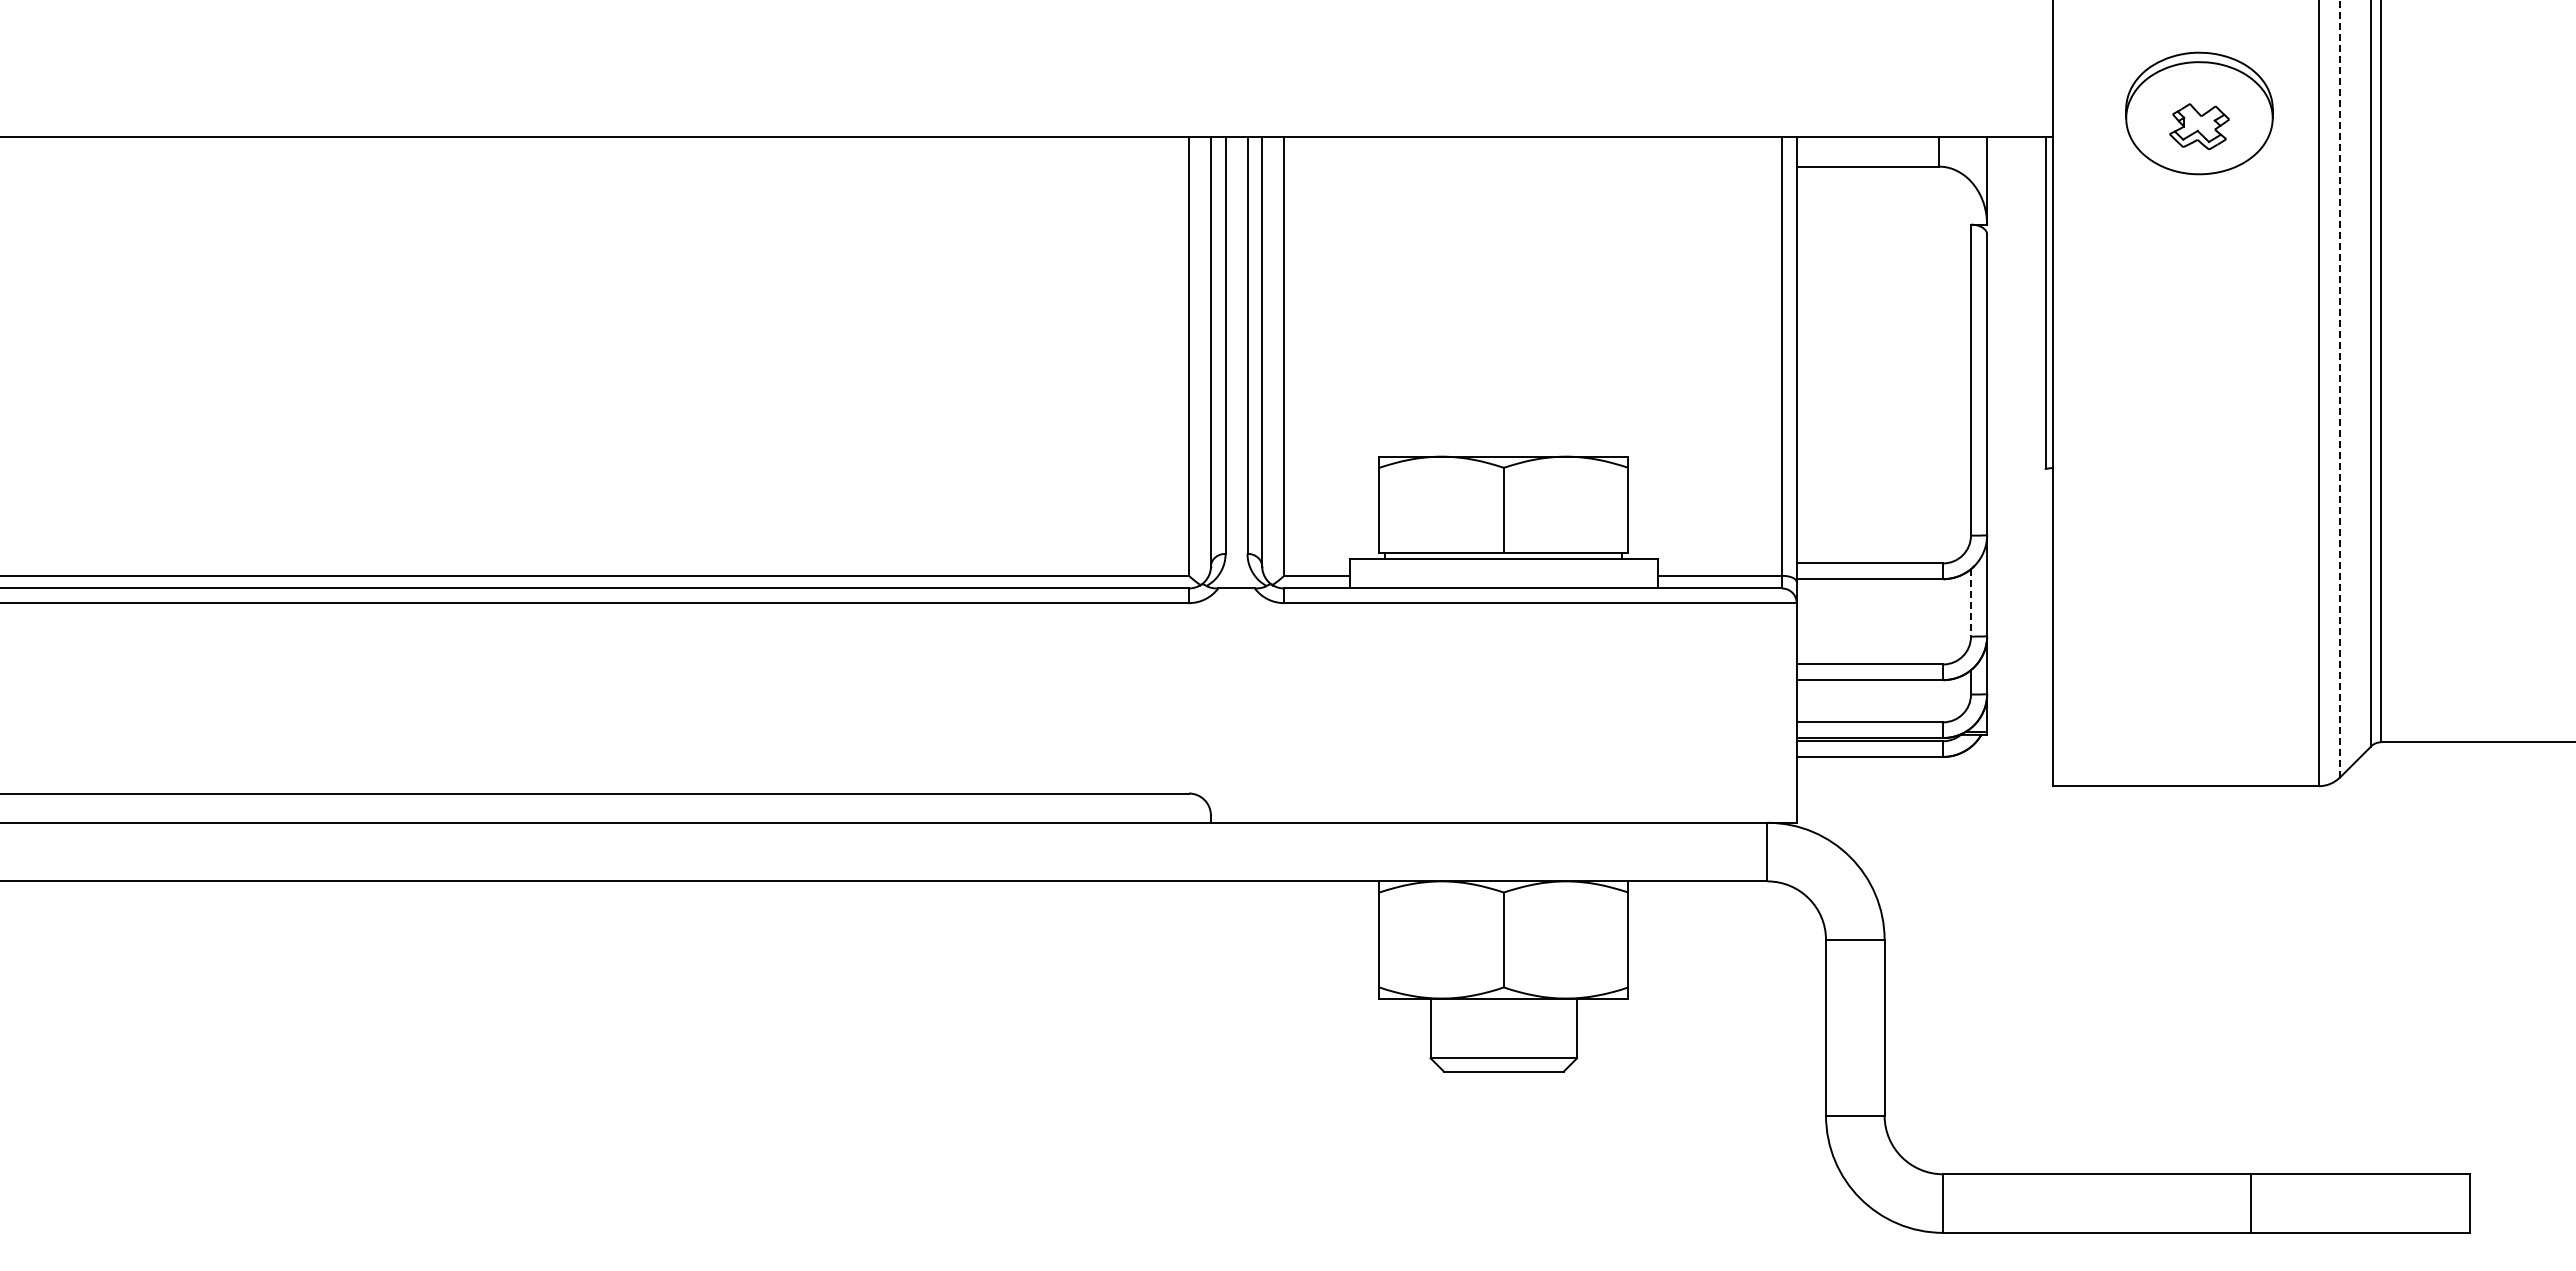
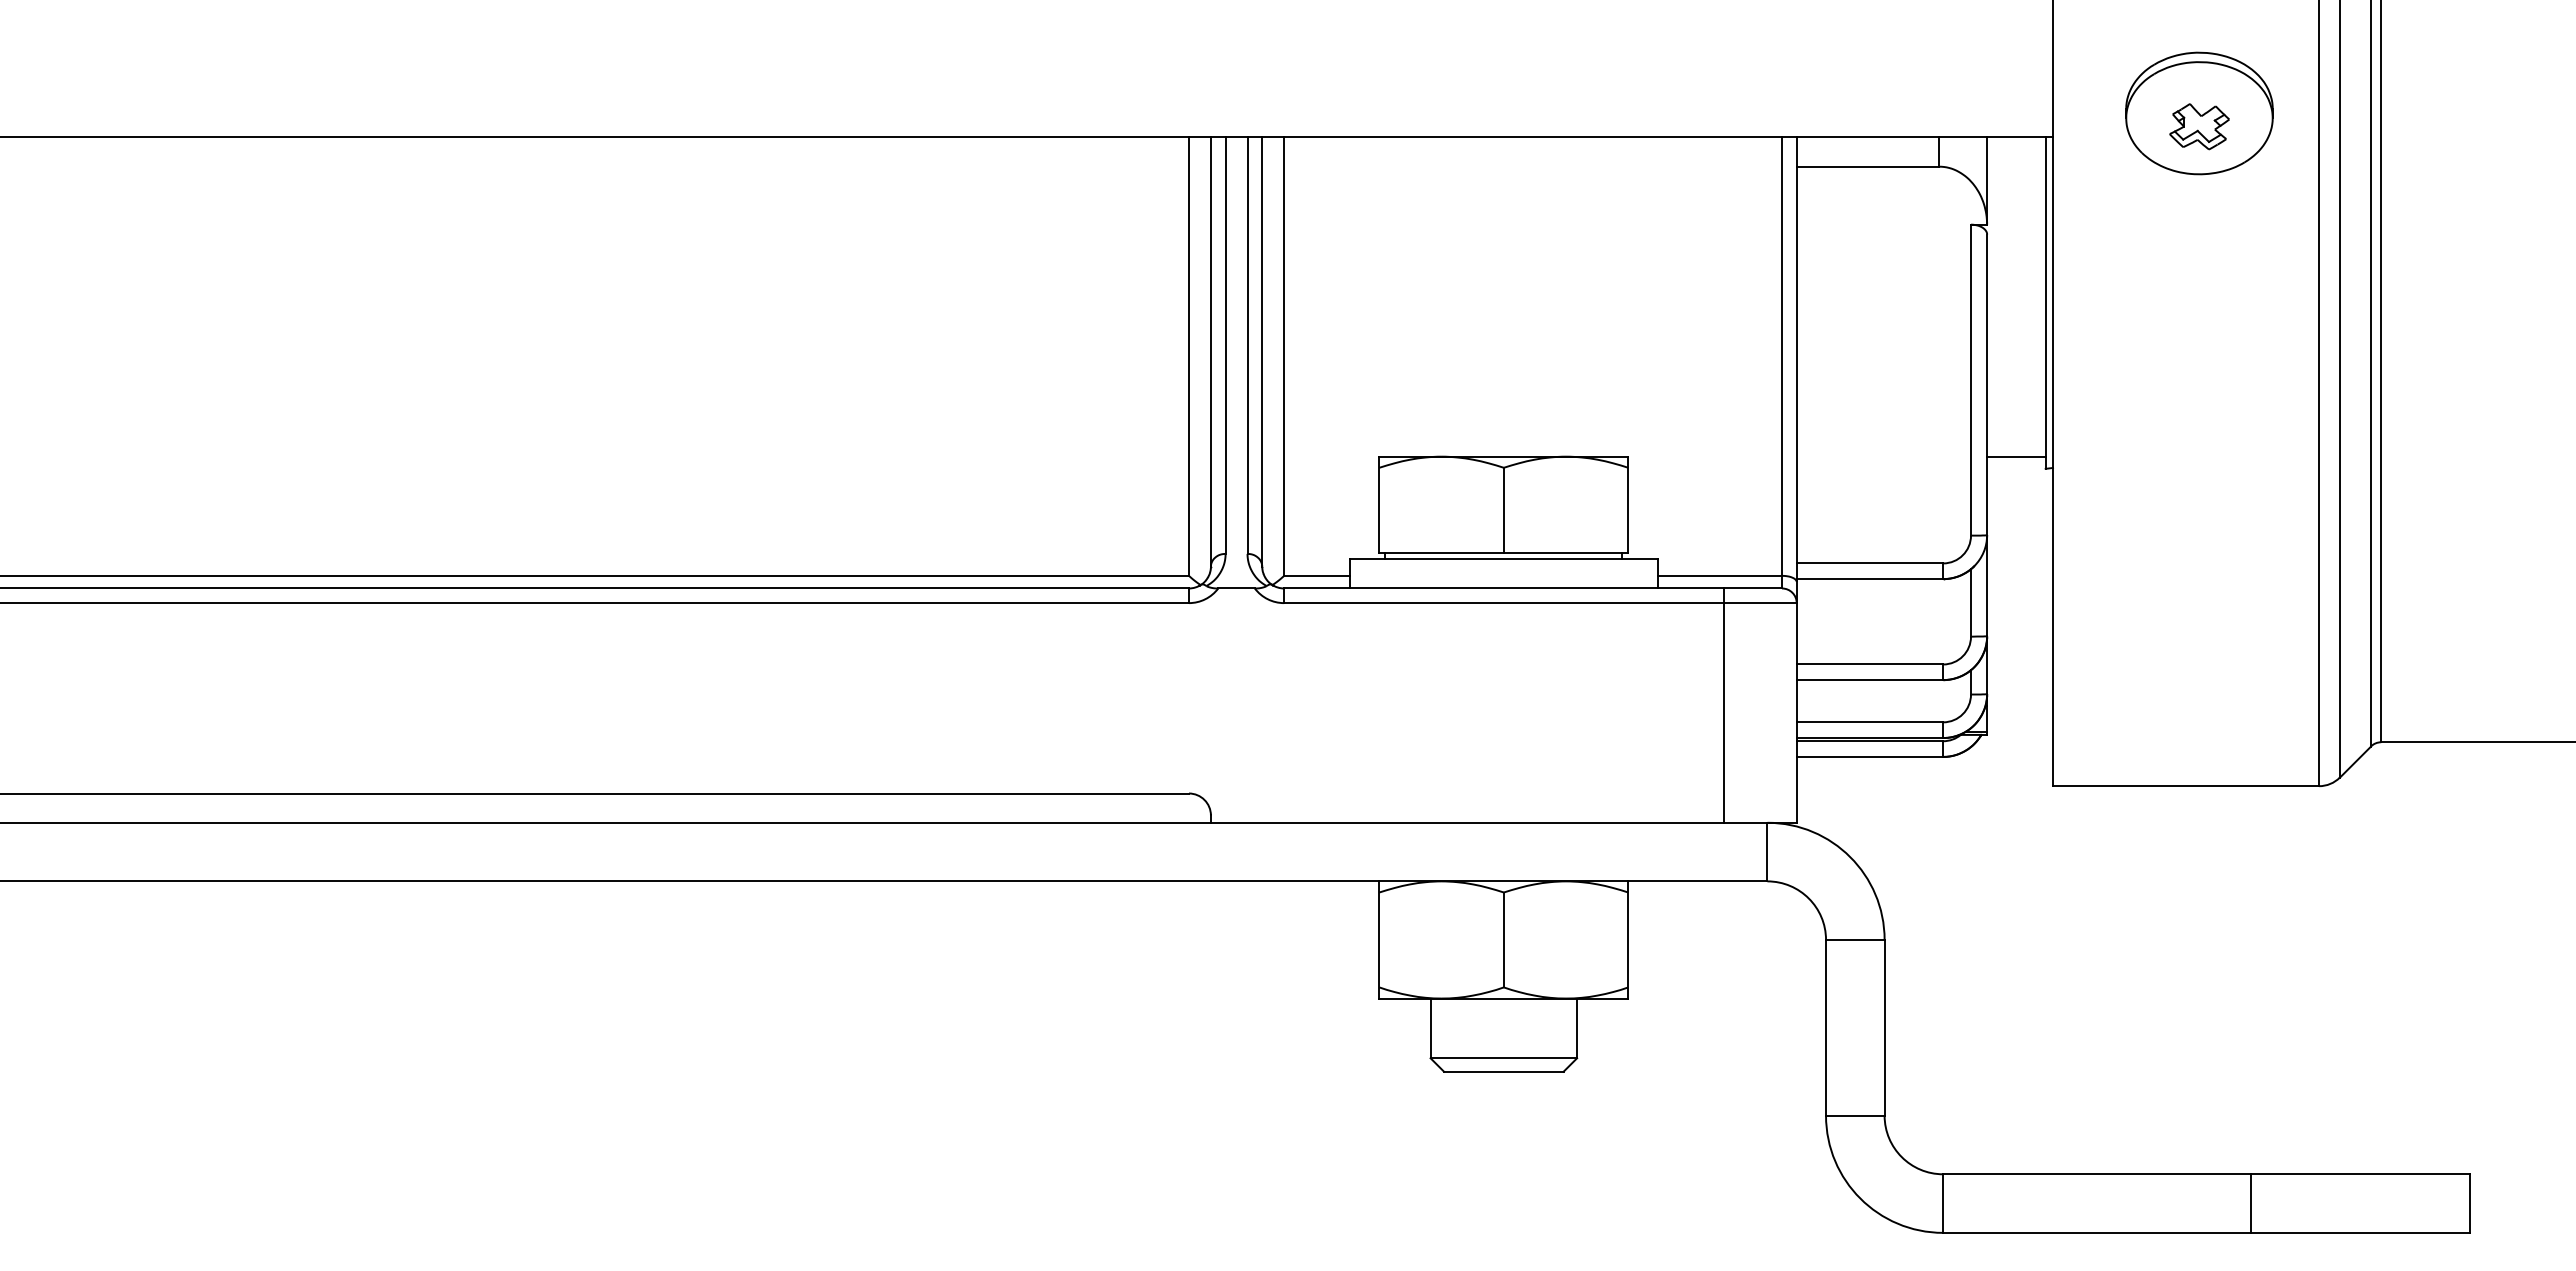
line at (2339, 388): dashed -> solid
line at (2016, 456): none -> present
line at (1971, 602): dashed -> solid
line at (1723, 705): none -> present
